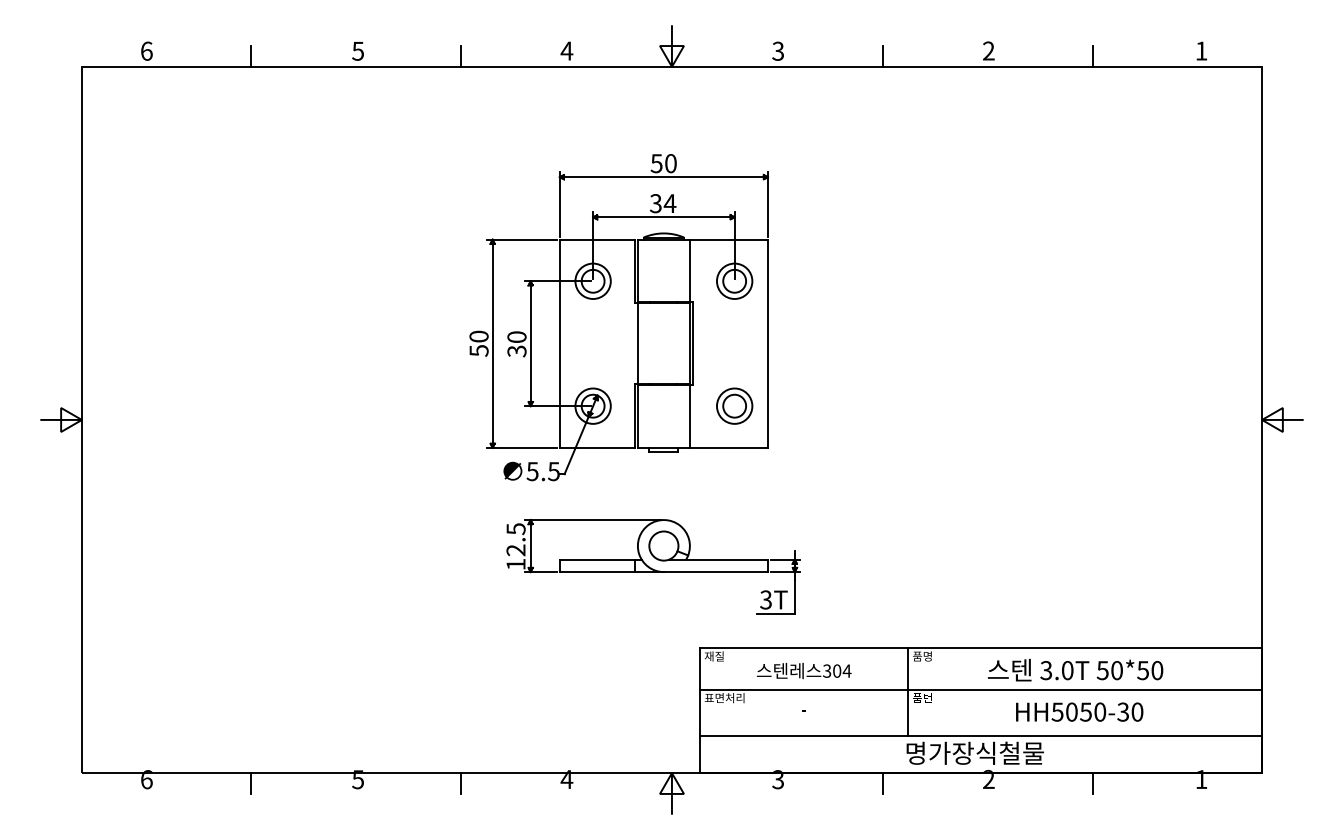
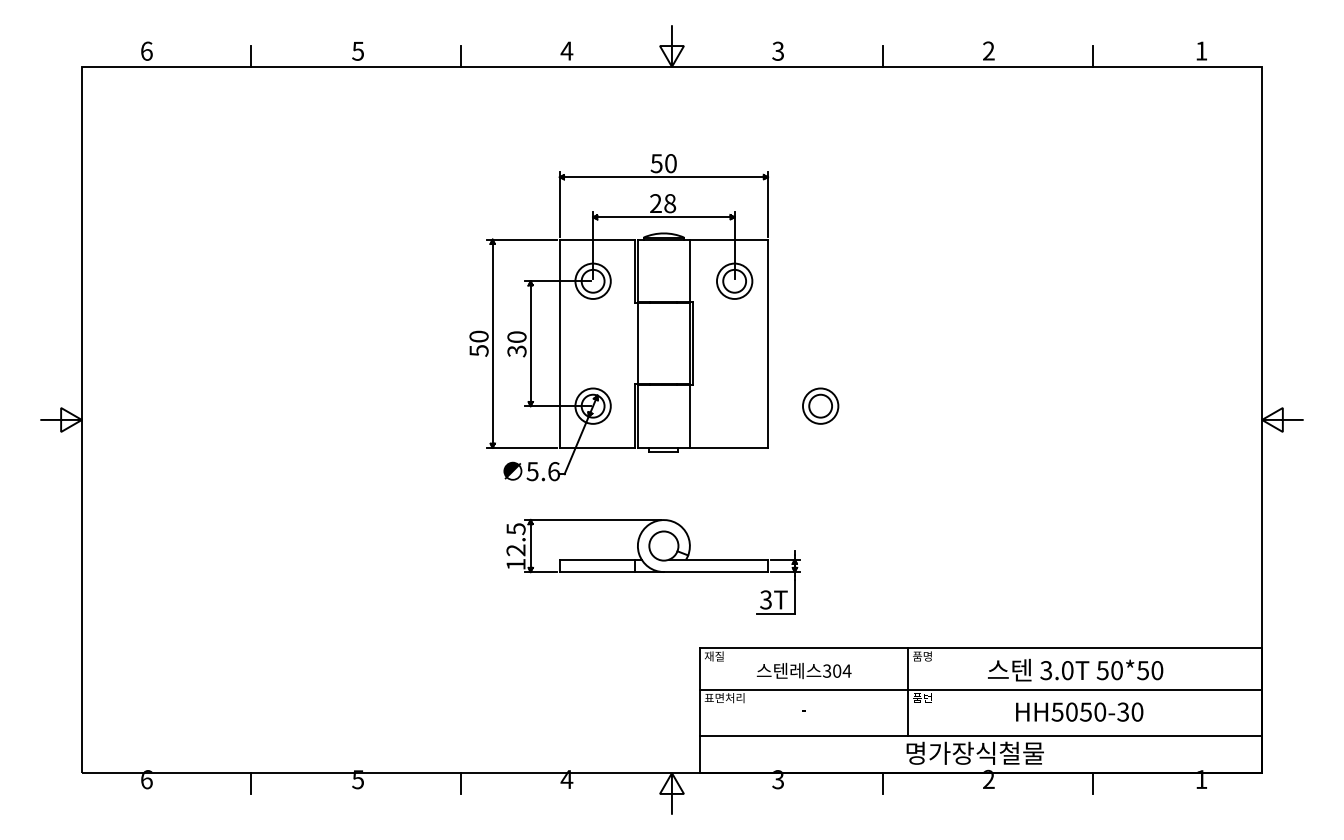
text at (662, 203): 34 -> 28
part at (734, 405) position: (734, 405) -> (820, 405)
text at (553, 471): 5.5 -> 5.6
